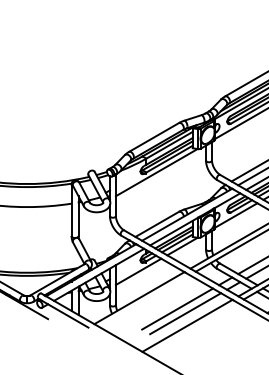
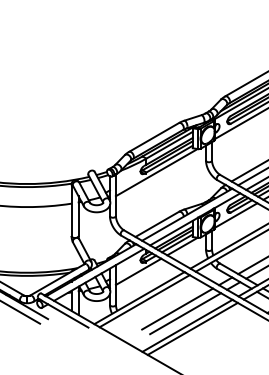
line at (144, 301): none -> present
line at (21, 312): none -> present
line at (192, 328): none -> present
